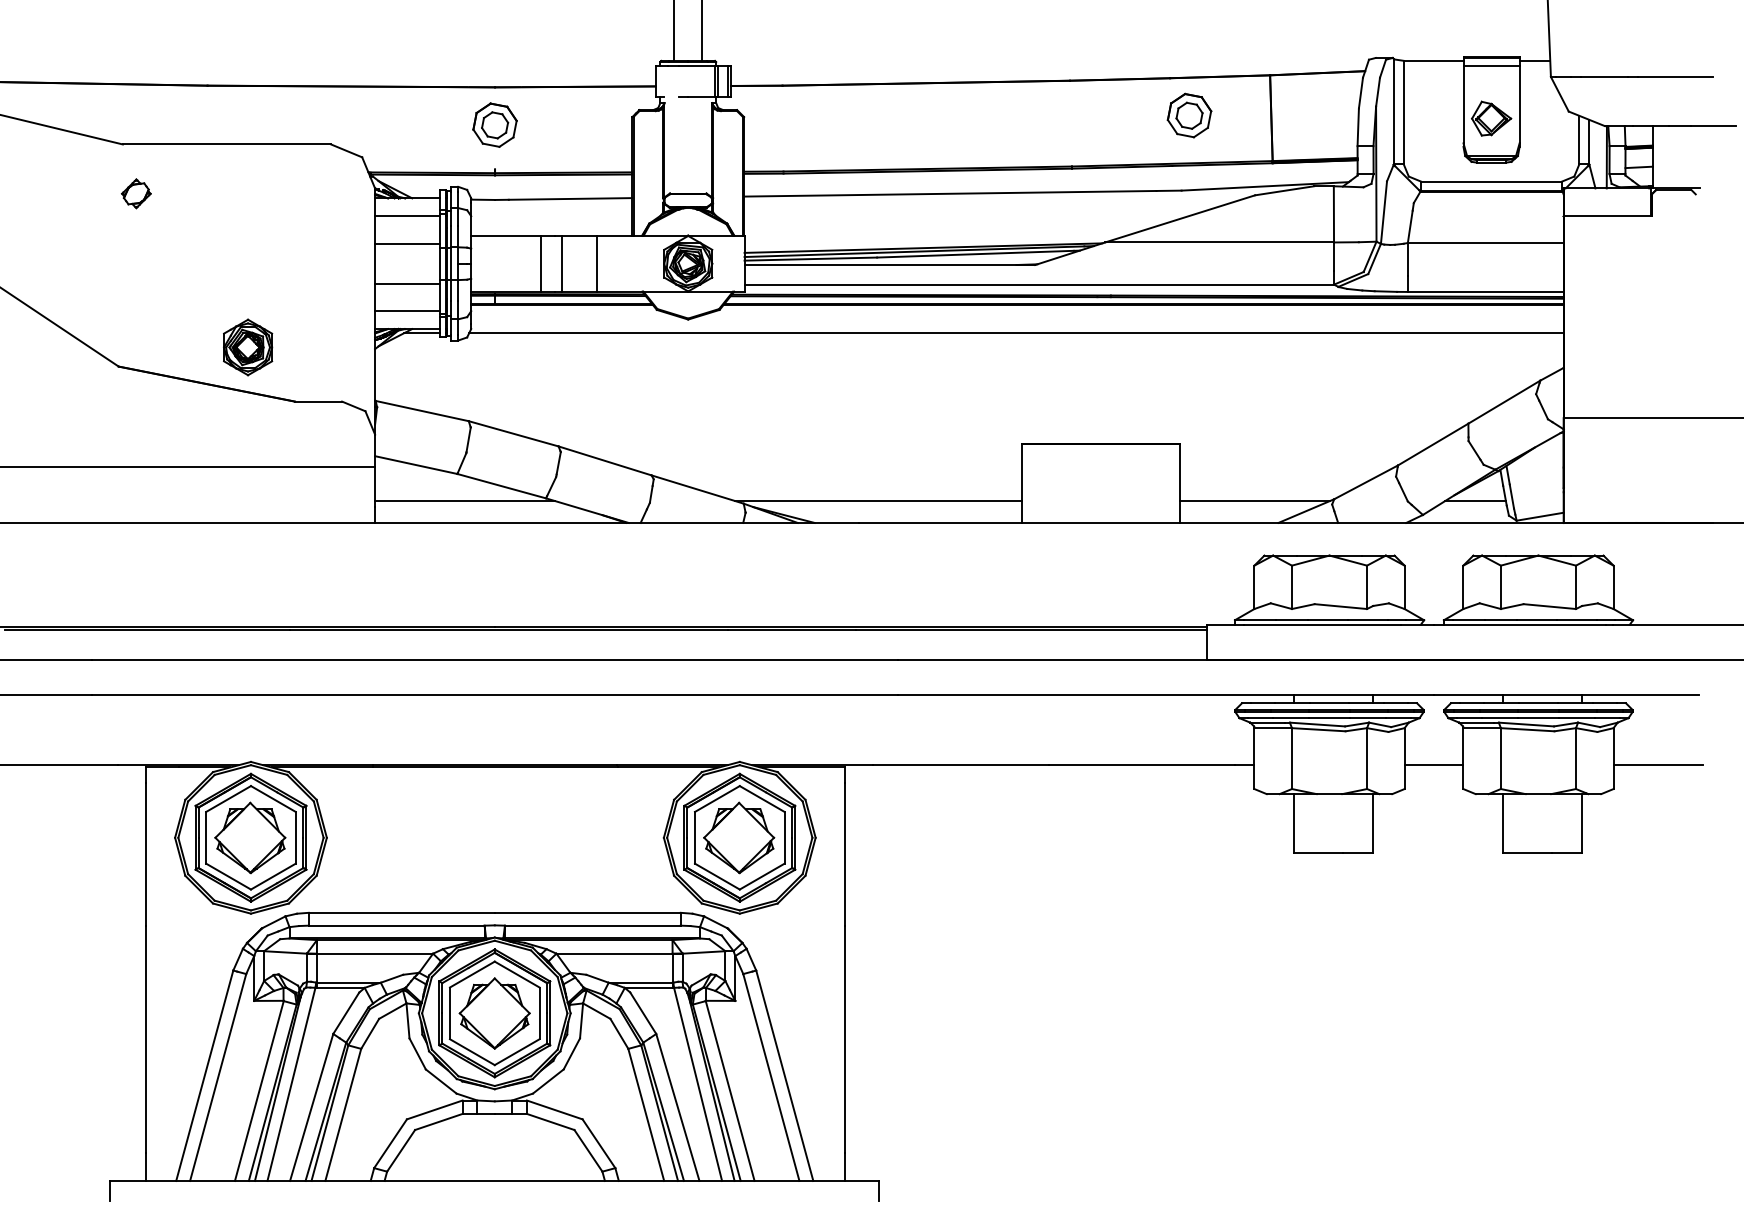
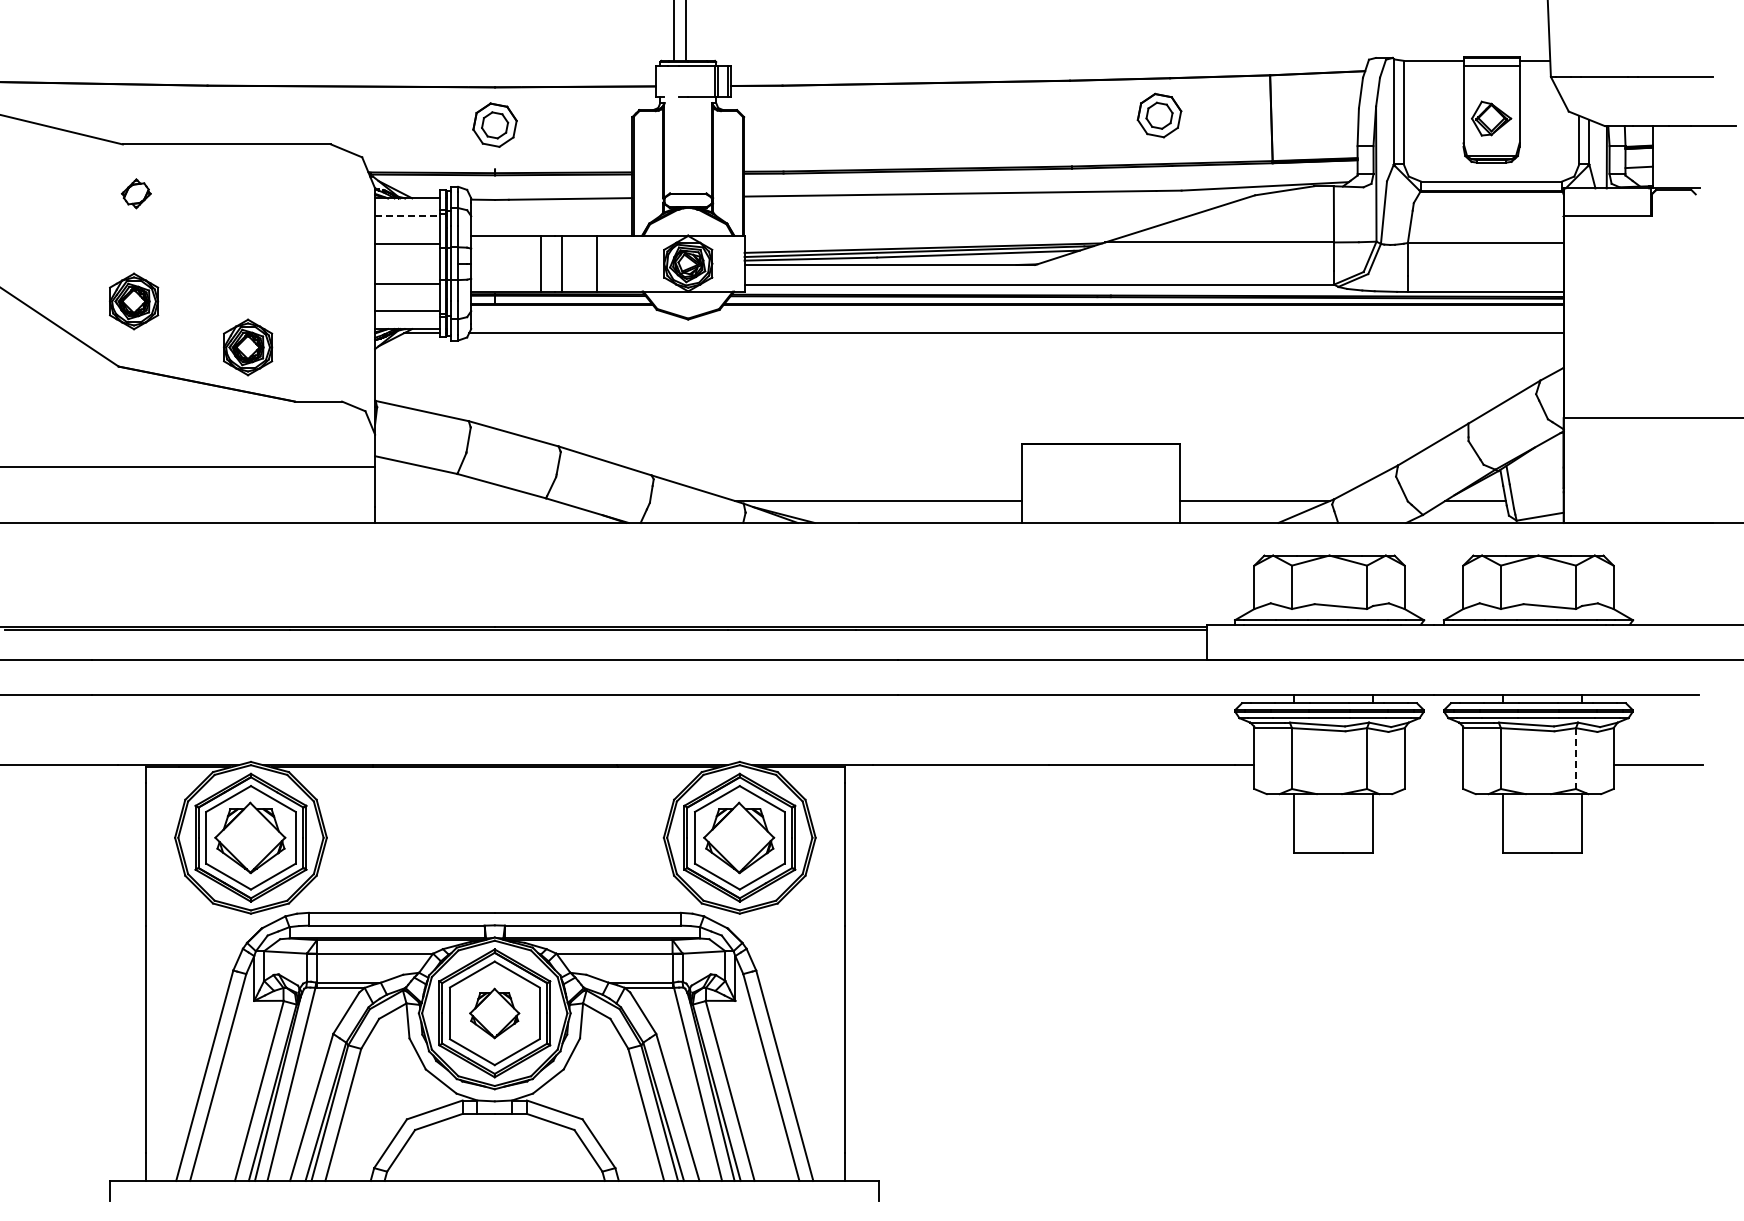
line at (702, 31) position: (702, 31) -> (686, 31)
part at (1189, 115) position: (1189, 115) -> (1159, 115)
line at (407, 216): solid -> dashed
part at (134, 301): none -> present
line at (464, 500): present -> none
line at (1576, 759): solid -> dashed
line at (1433, 765): present -> none
part at (494, 1013) size: 73x73 px -> 52x53 px
